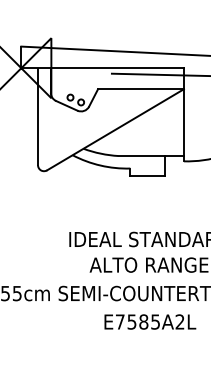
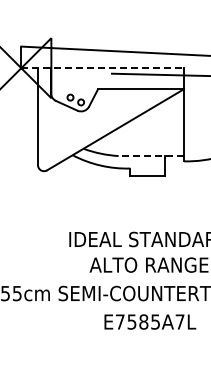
line at (103, 68): solid -> dashed
line at (151, 156): solid -> dashed
text at (179, 321): E7585A2L -> E7585A7L
